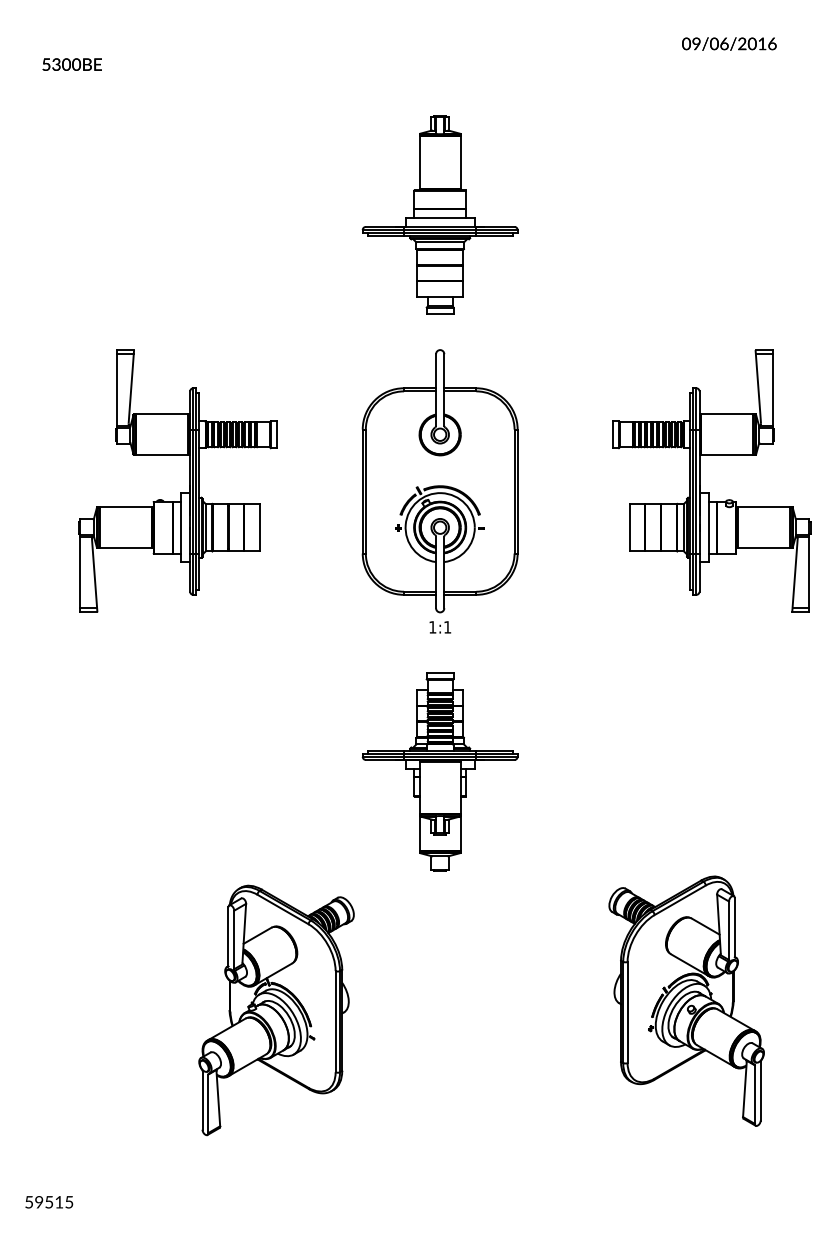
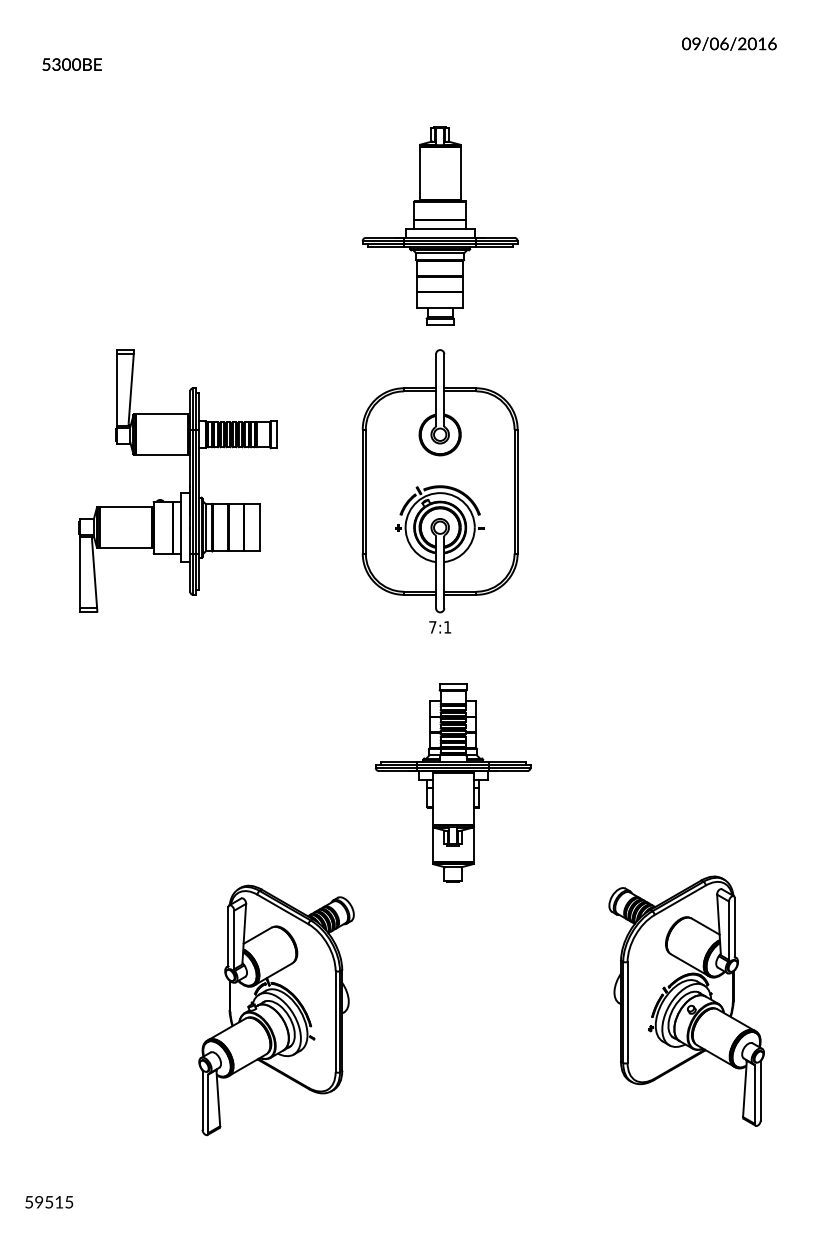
part at (439, 214) position: (439, 214) -> (439, 225)
part at (700, 480): present -> none
text at (432, 627): 1:1 -> 7:1
part at (439, 771) position: (439, 771) -> (452, 782)
